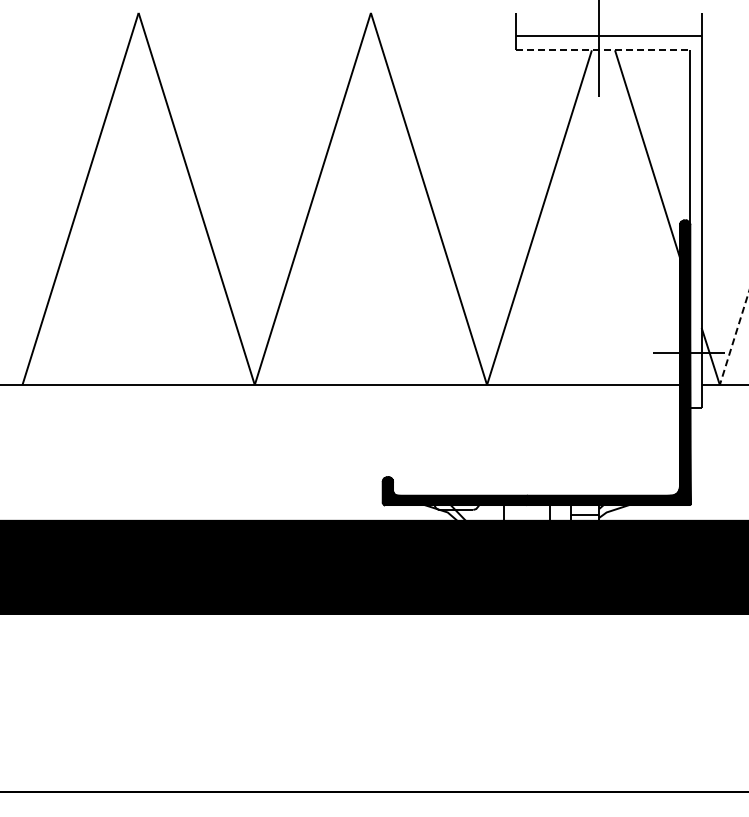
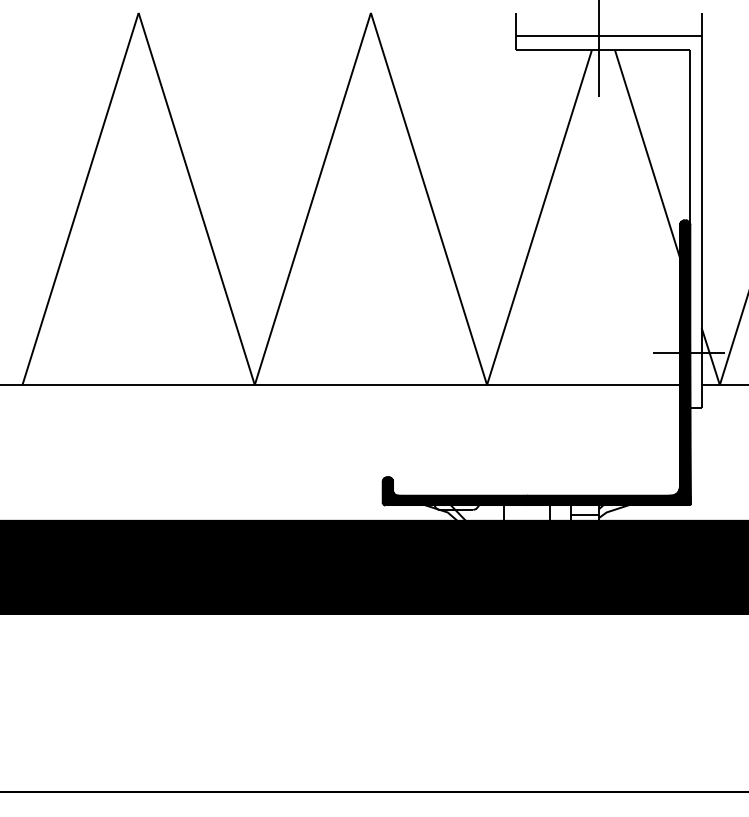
line at (603, 50): dashed -> solid
line at (734, 339): dashed -> solid
